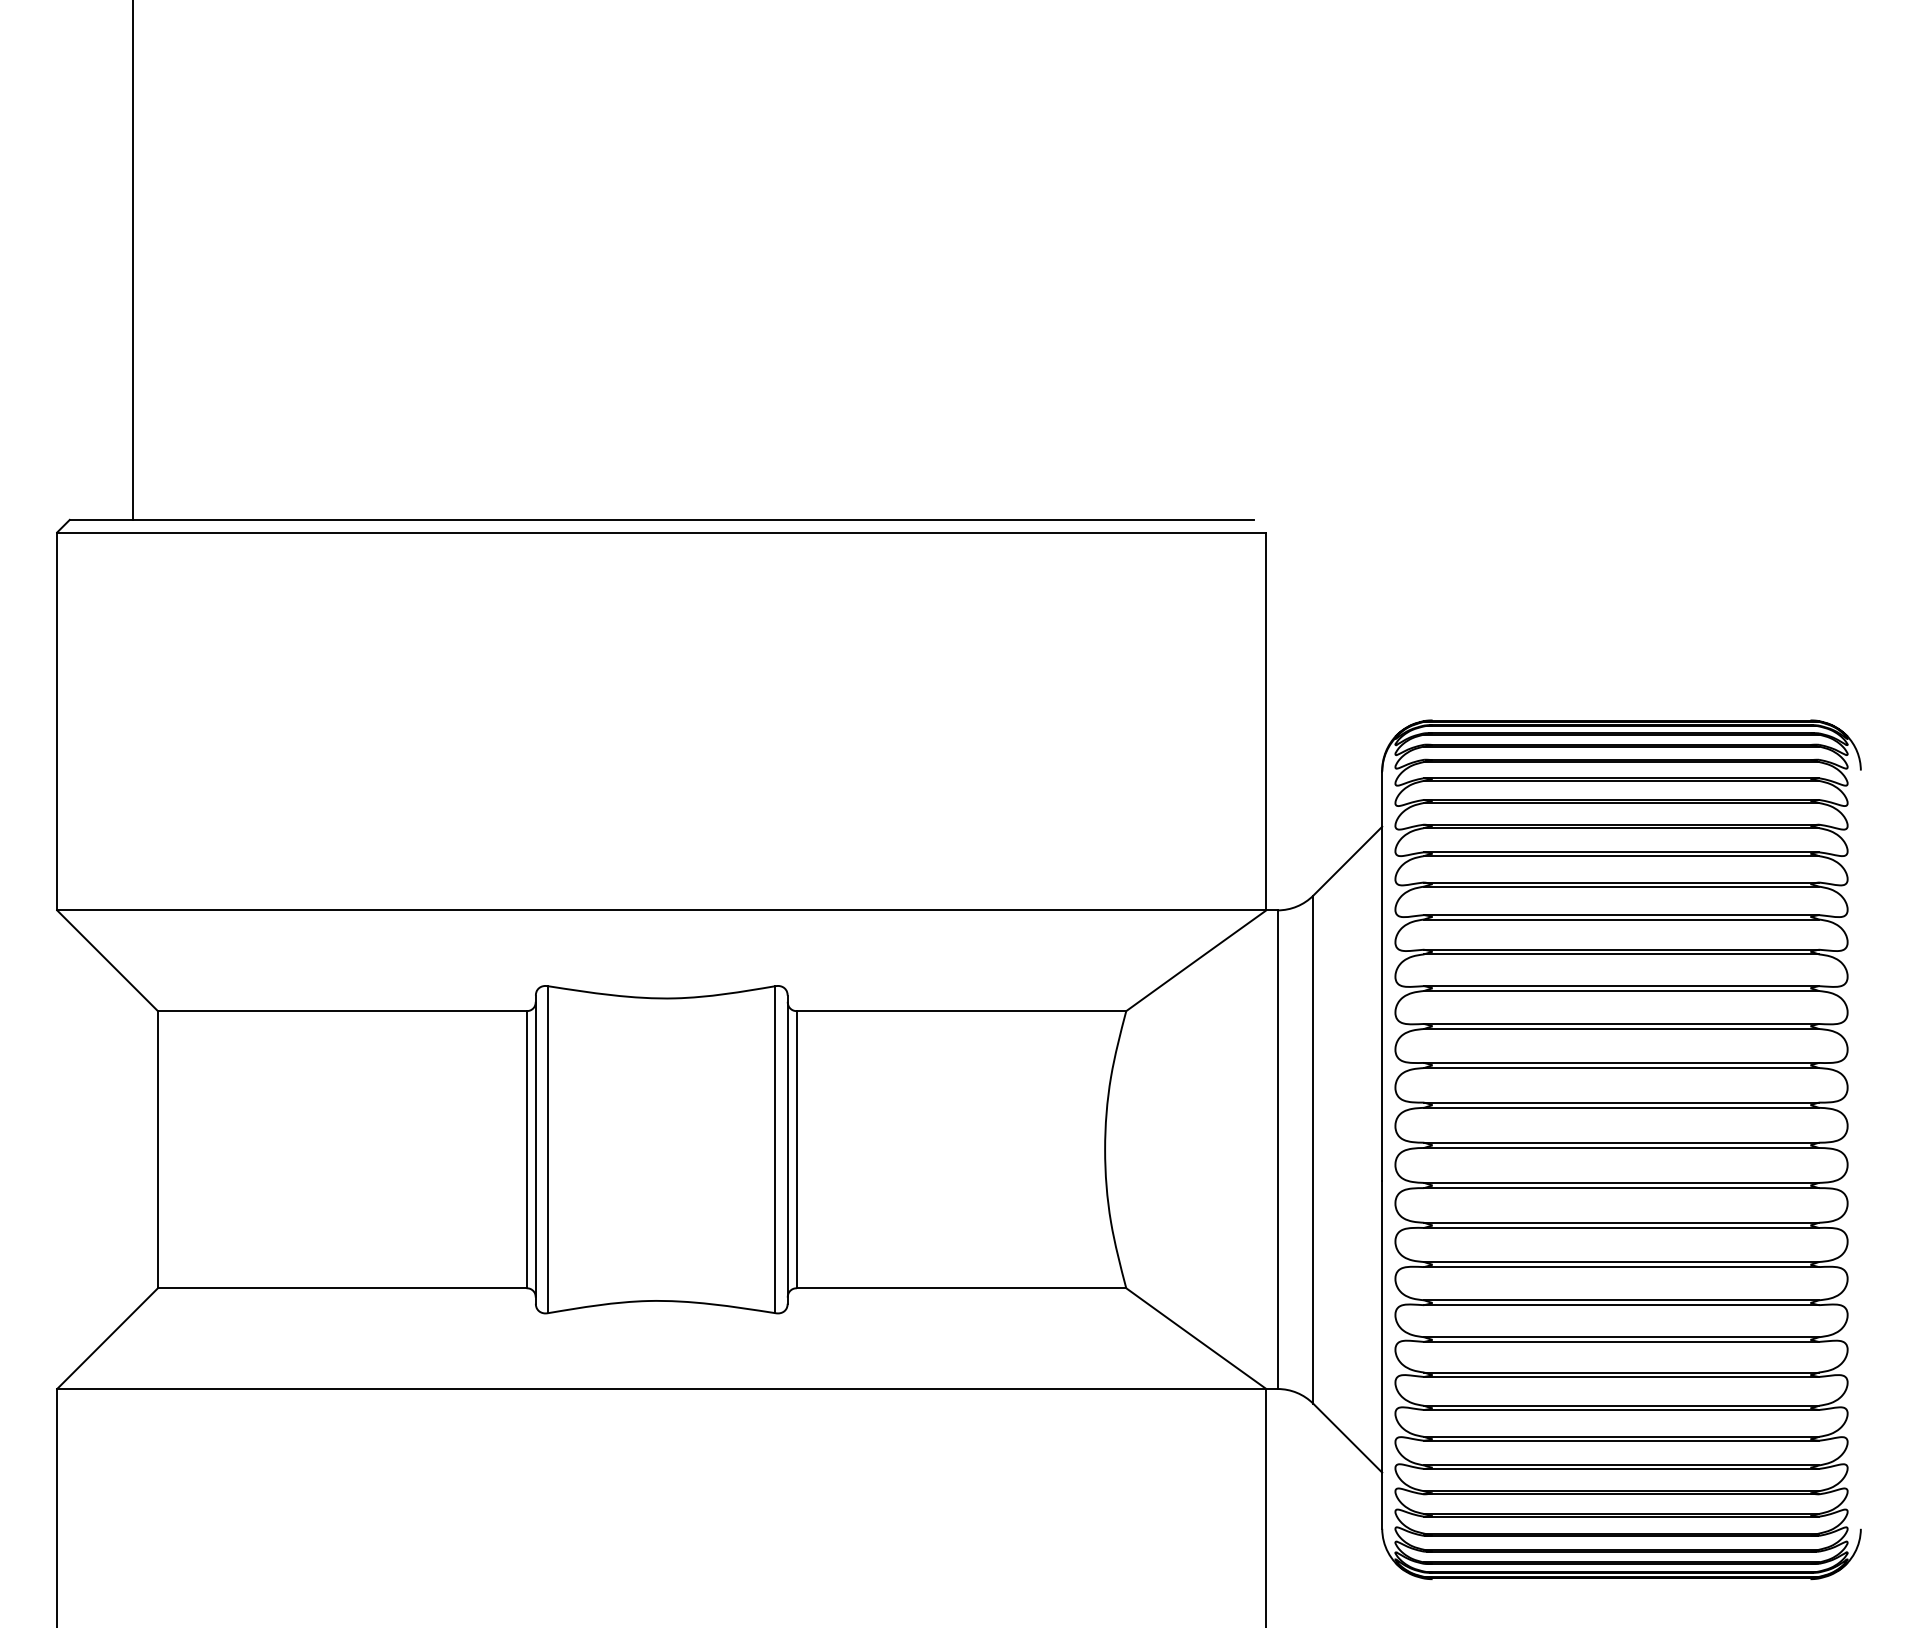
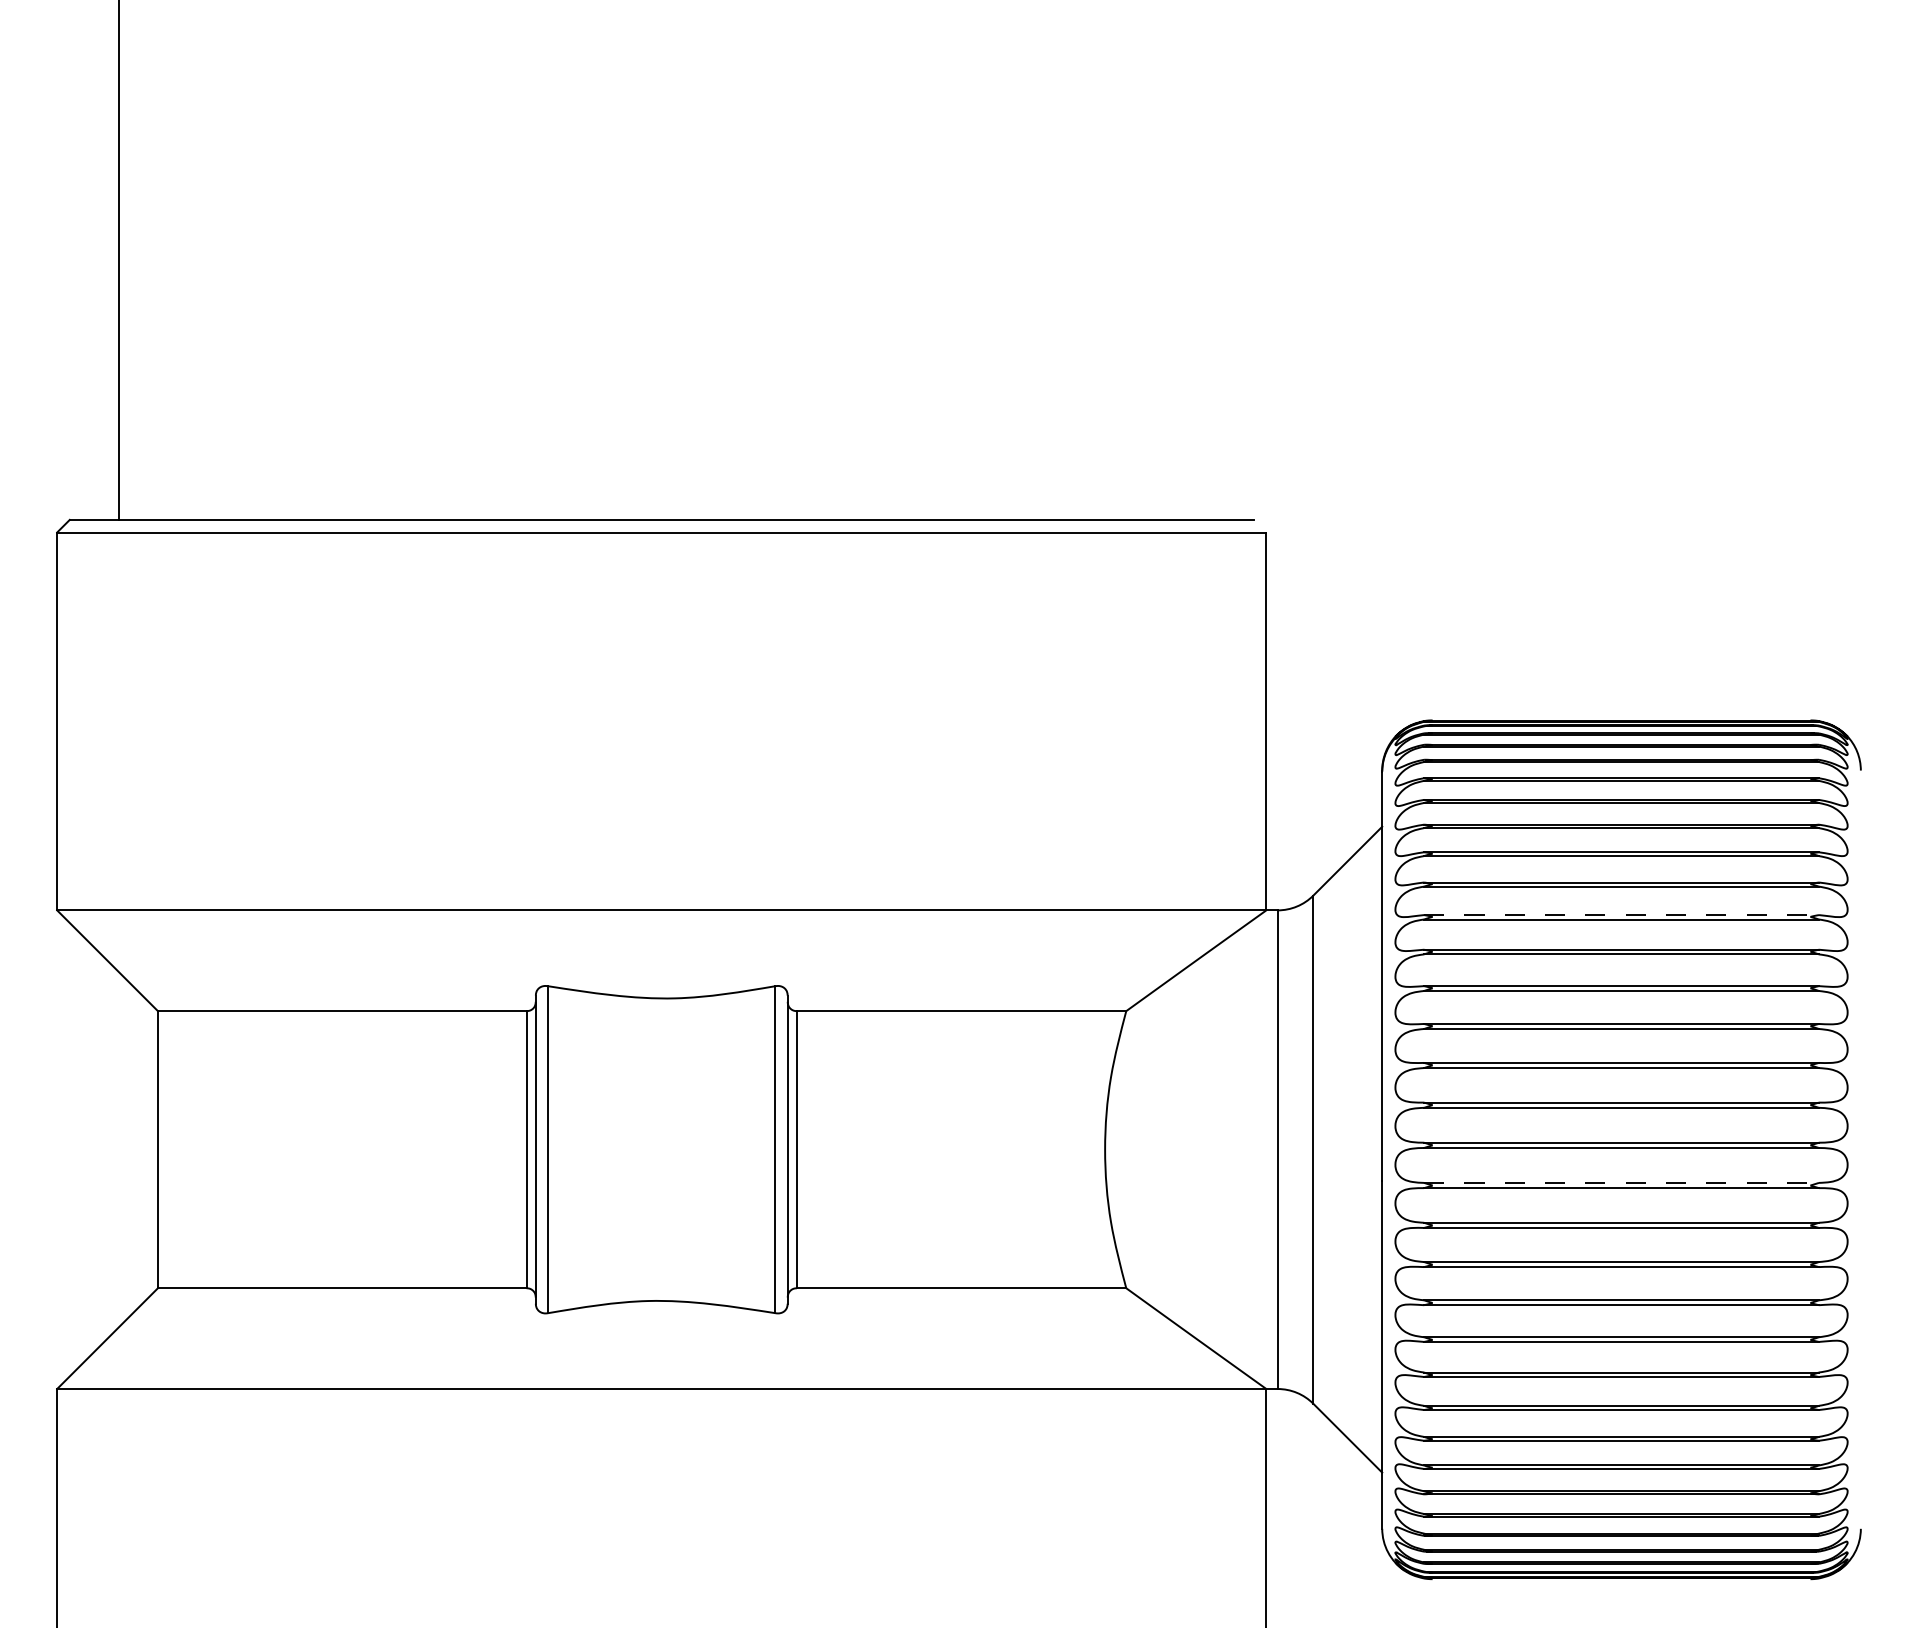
line at (132, 260) position: (132, 260) -> (118, 260)
line at (1622, 915): solid -> dashed
line at (1622, 1182): solid -> dashed
